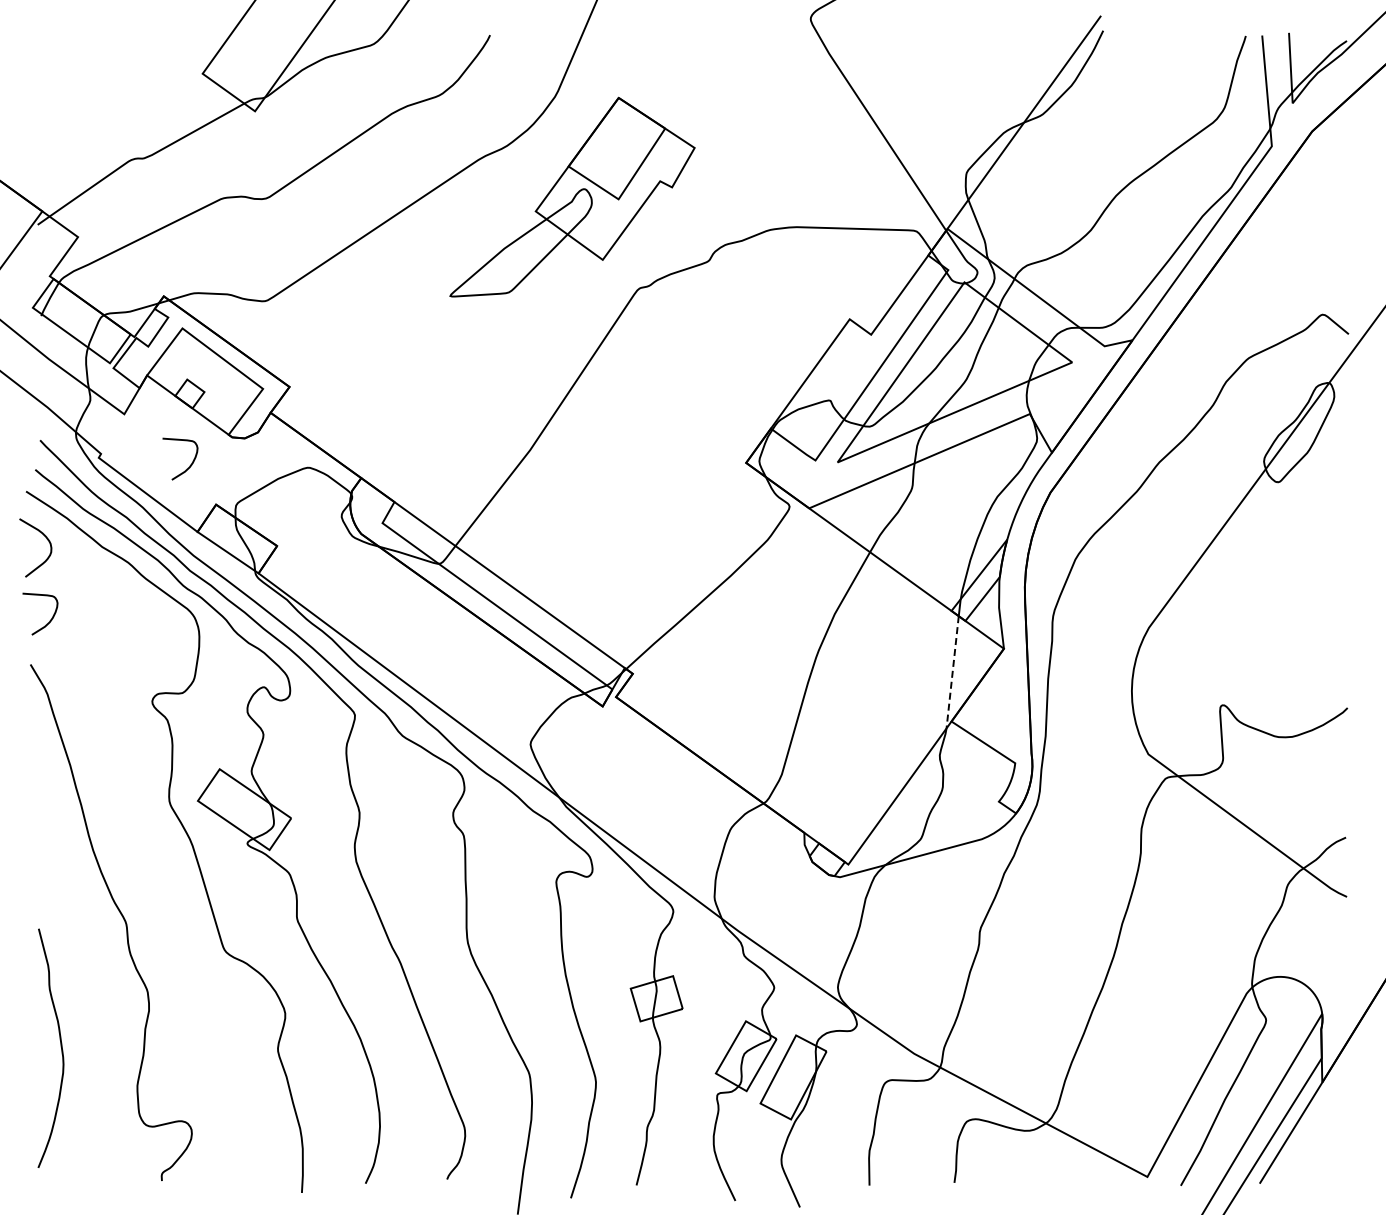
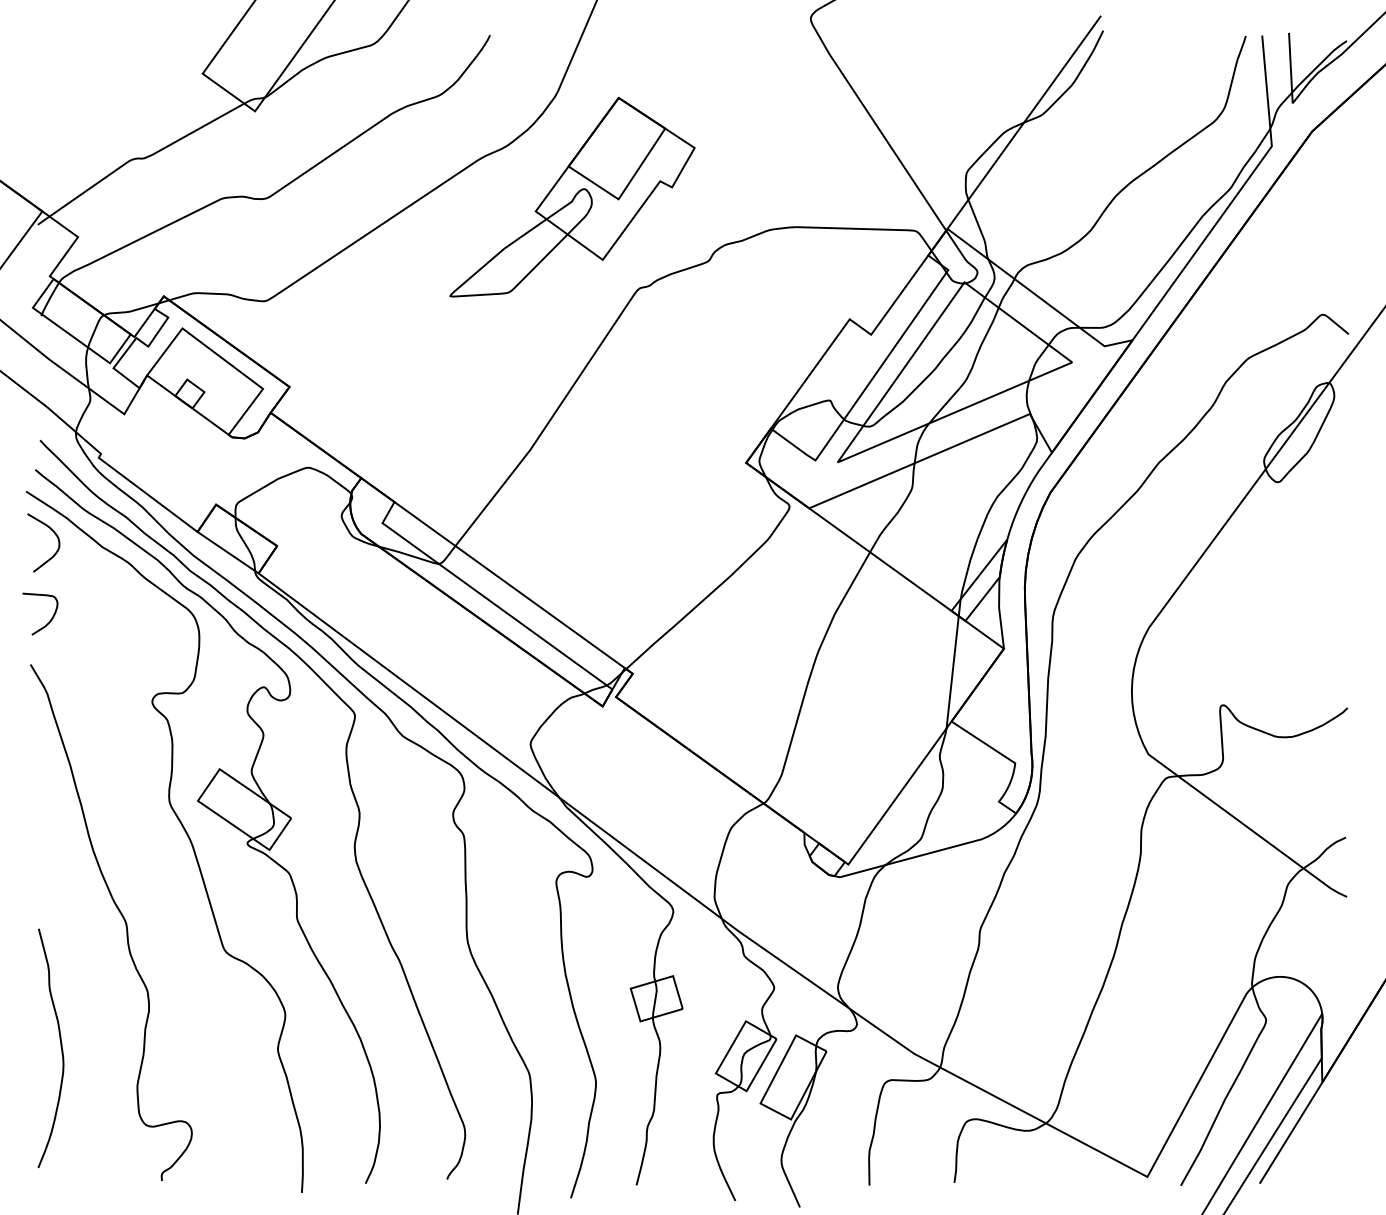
curve at (189, 465): present -> none
curve at (46, 539) position: (46, 539) -> (54, 534)
line at (952, 672): dashed -> solid
